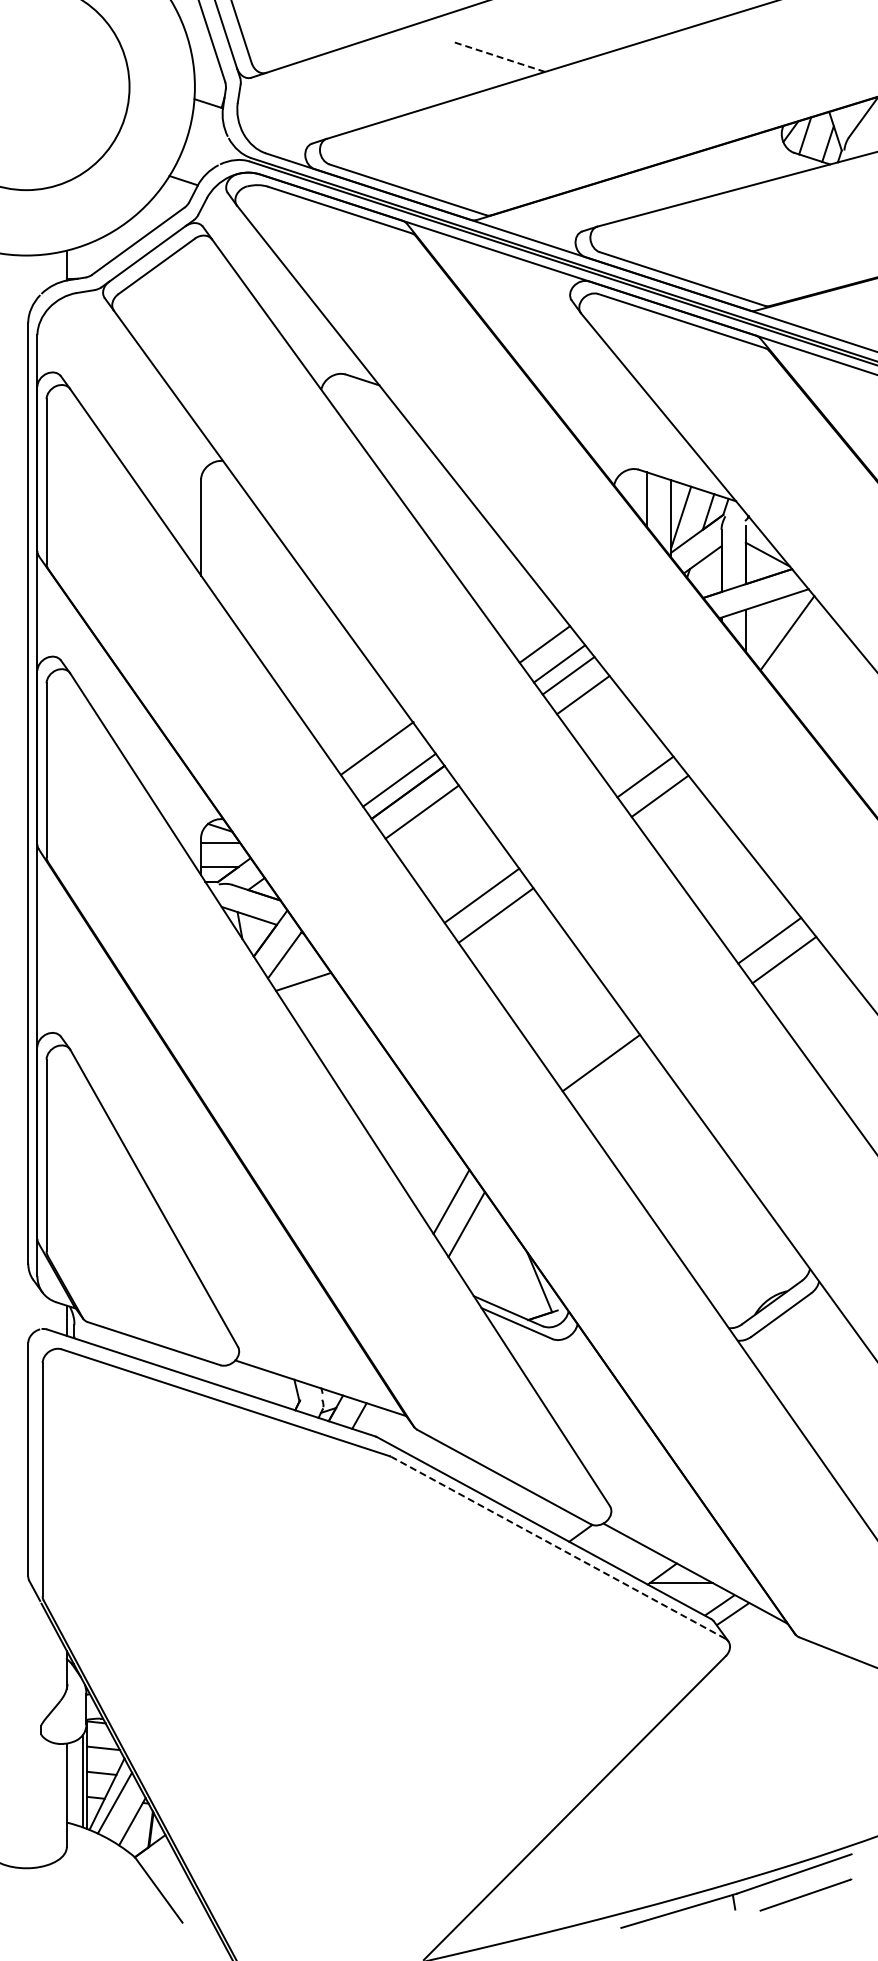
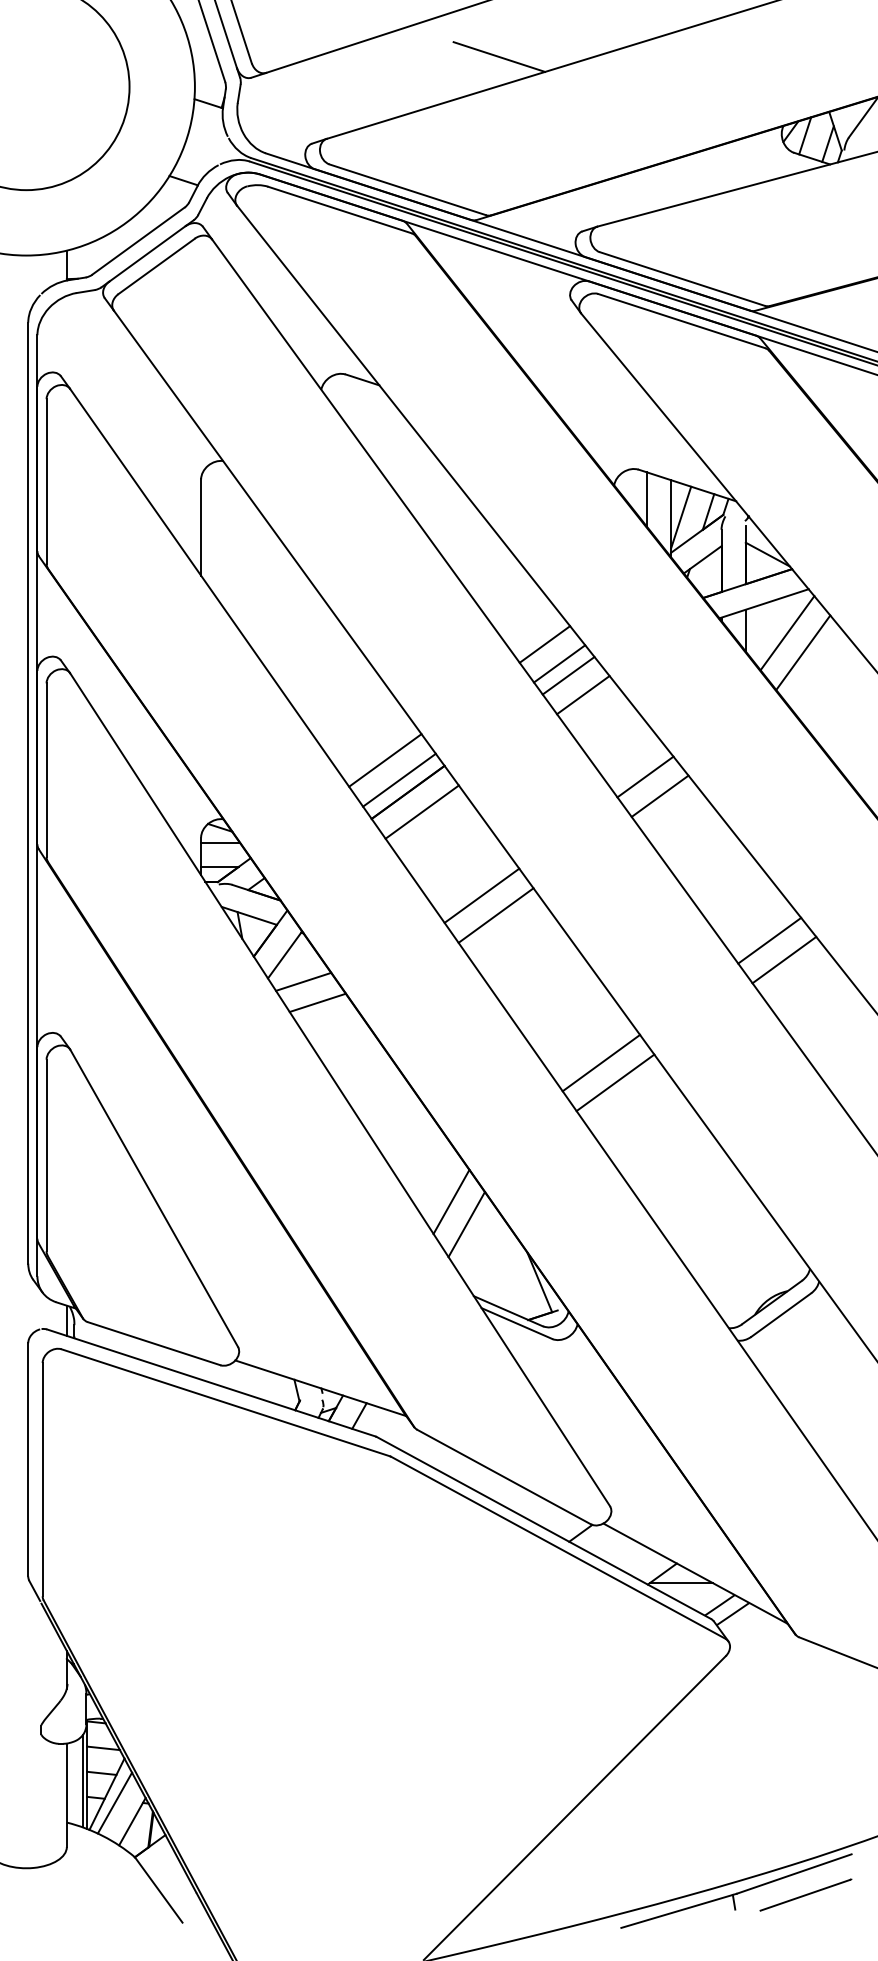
line at (498, 56): dashed -> solid
line at (803, 652): none -> present
line at (377, 748) position: (377, 748) -> (385, 760)
line at (317, 1002): none -> present
line at (615, 1082): none -> present
line at (557, 1547): dashed -> solid
